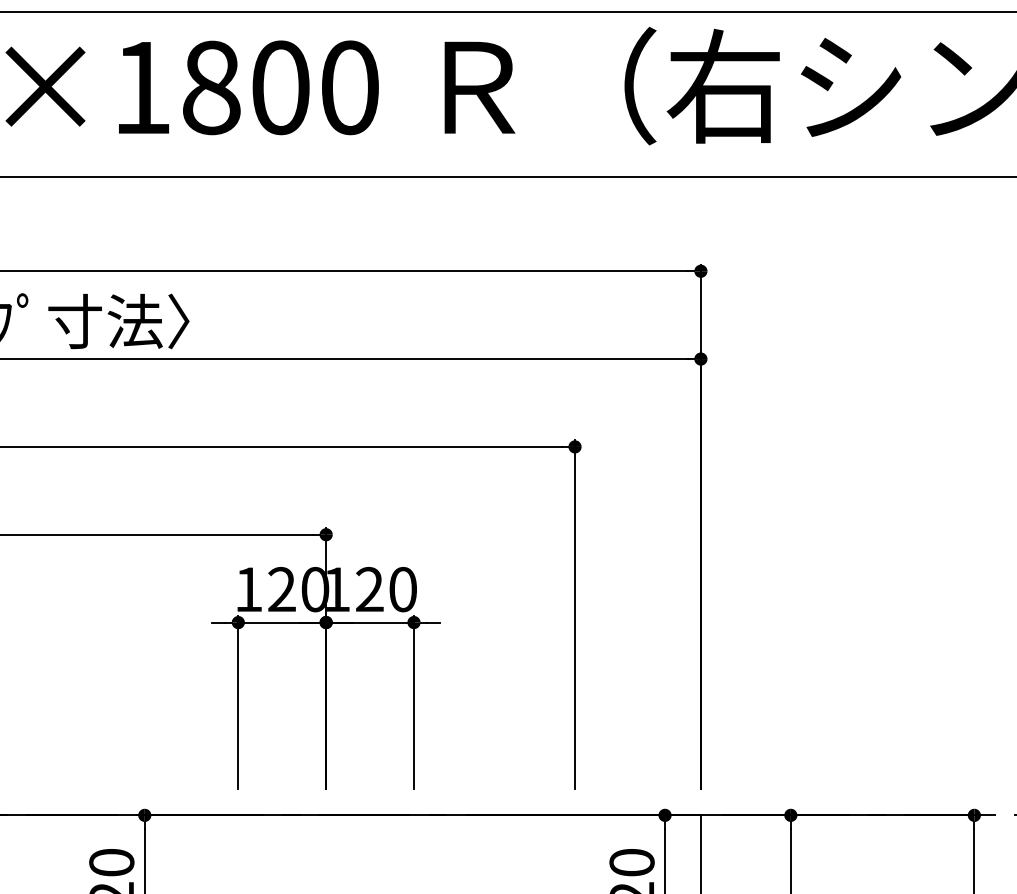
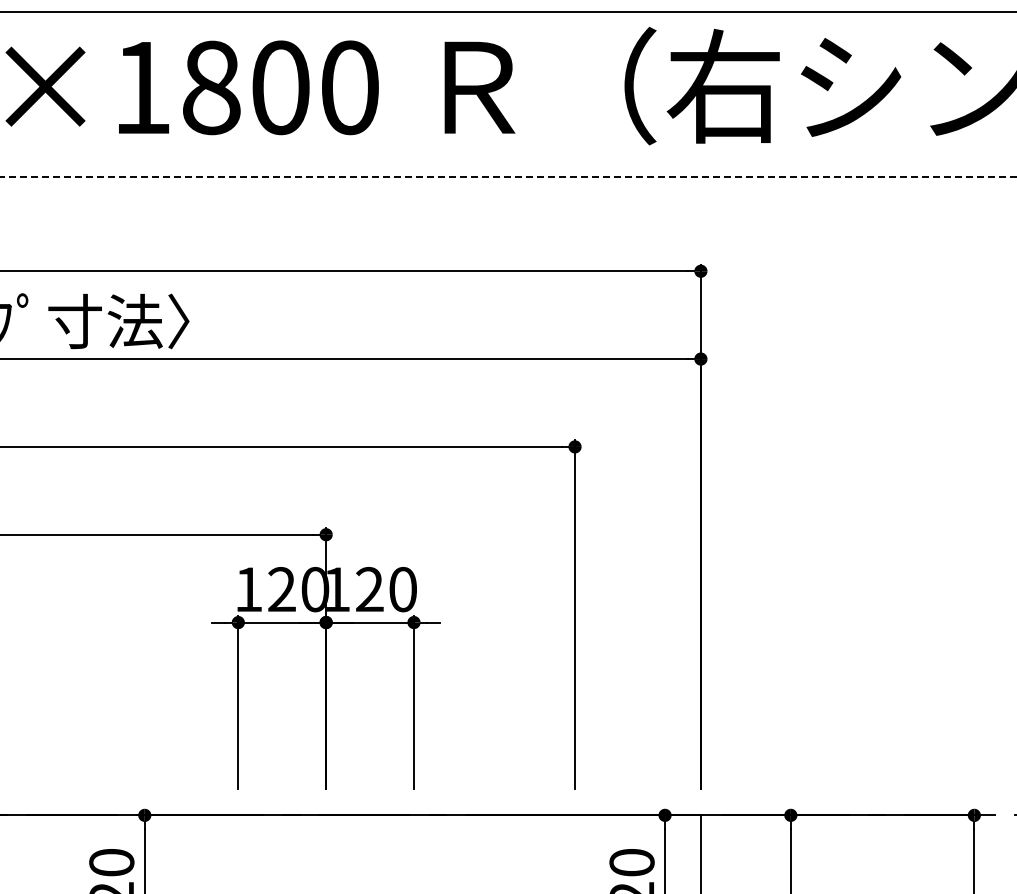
line at (508, 177): solid -> dashed
